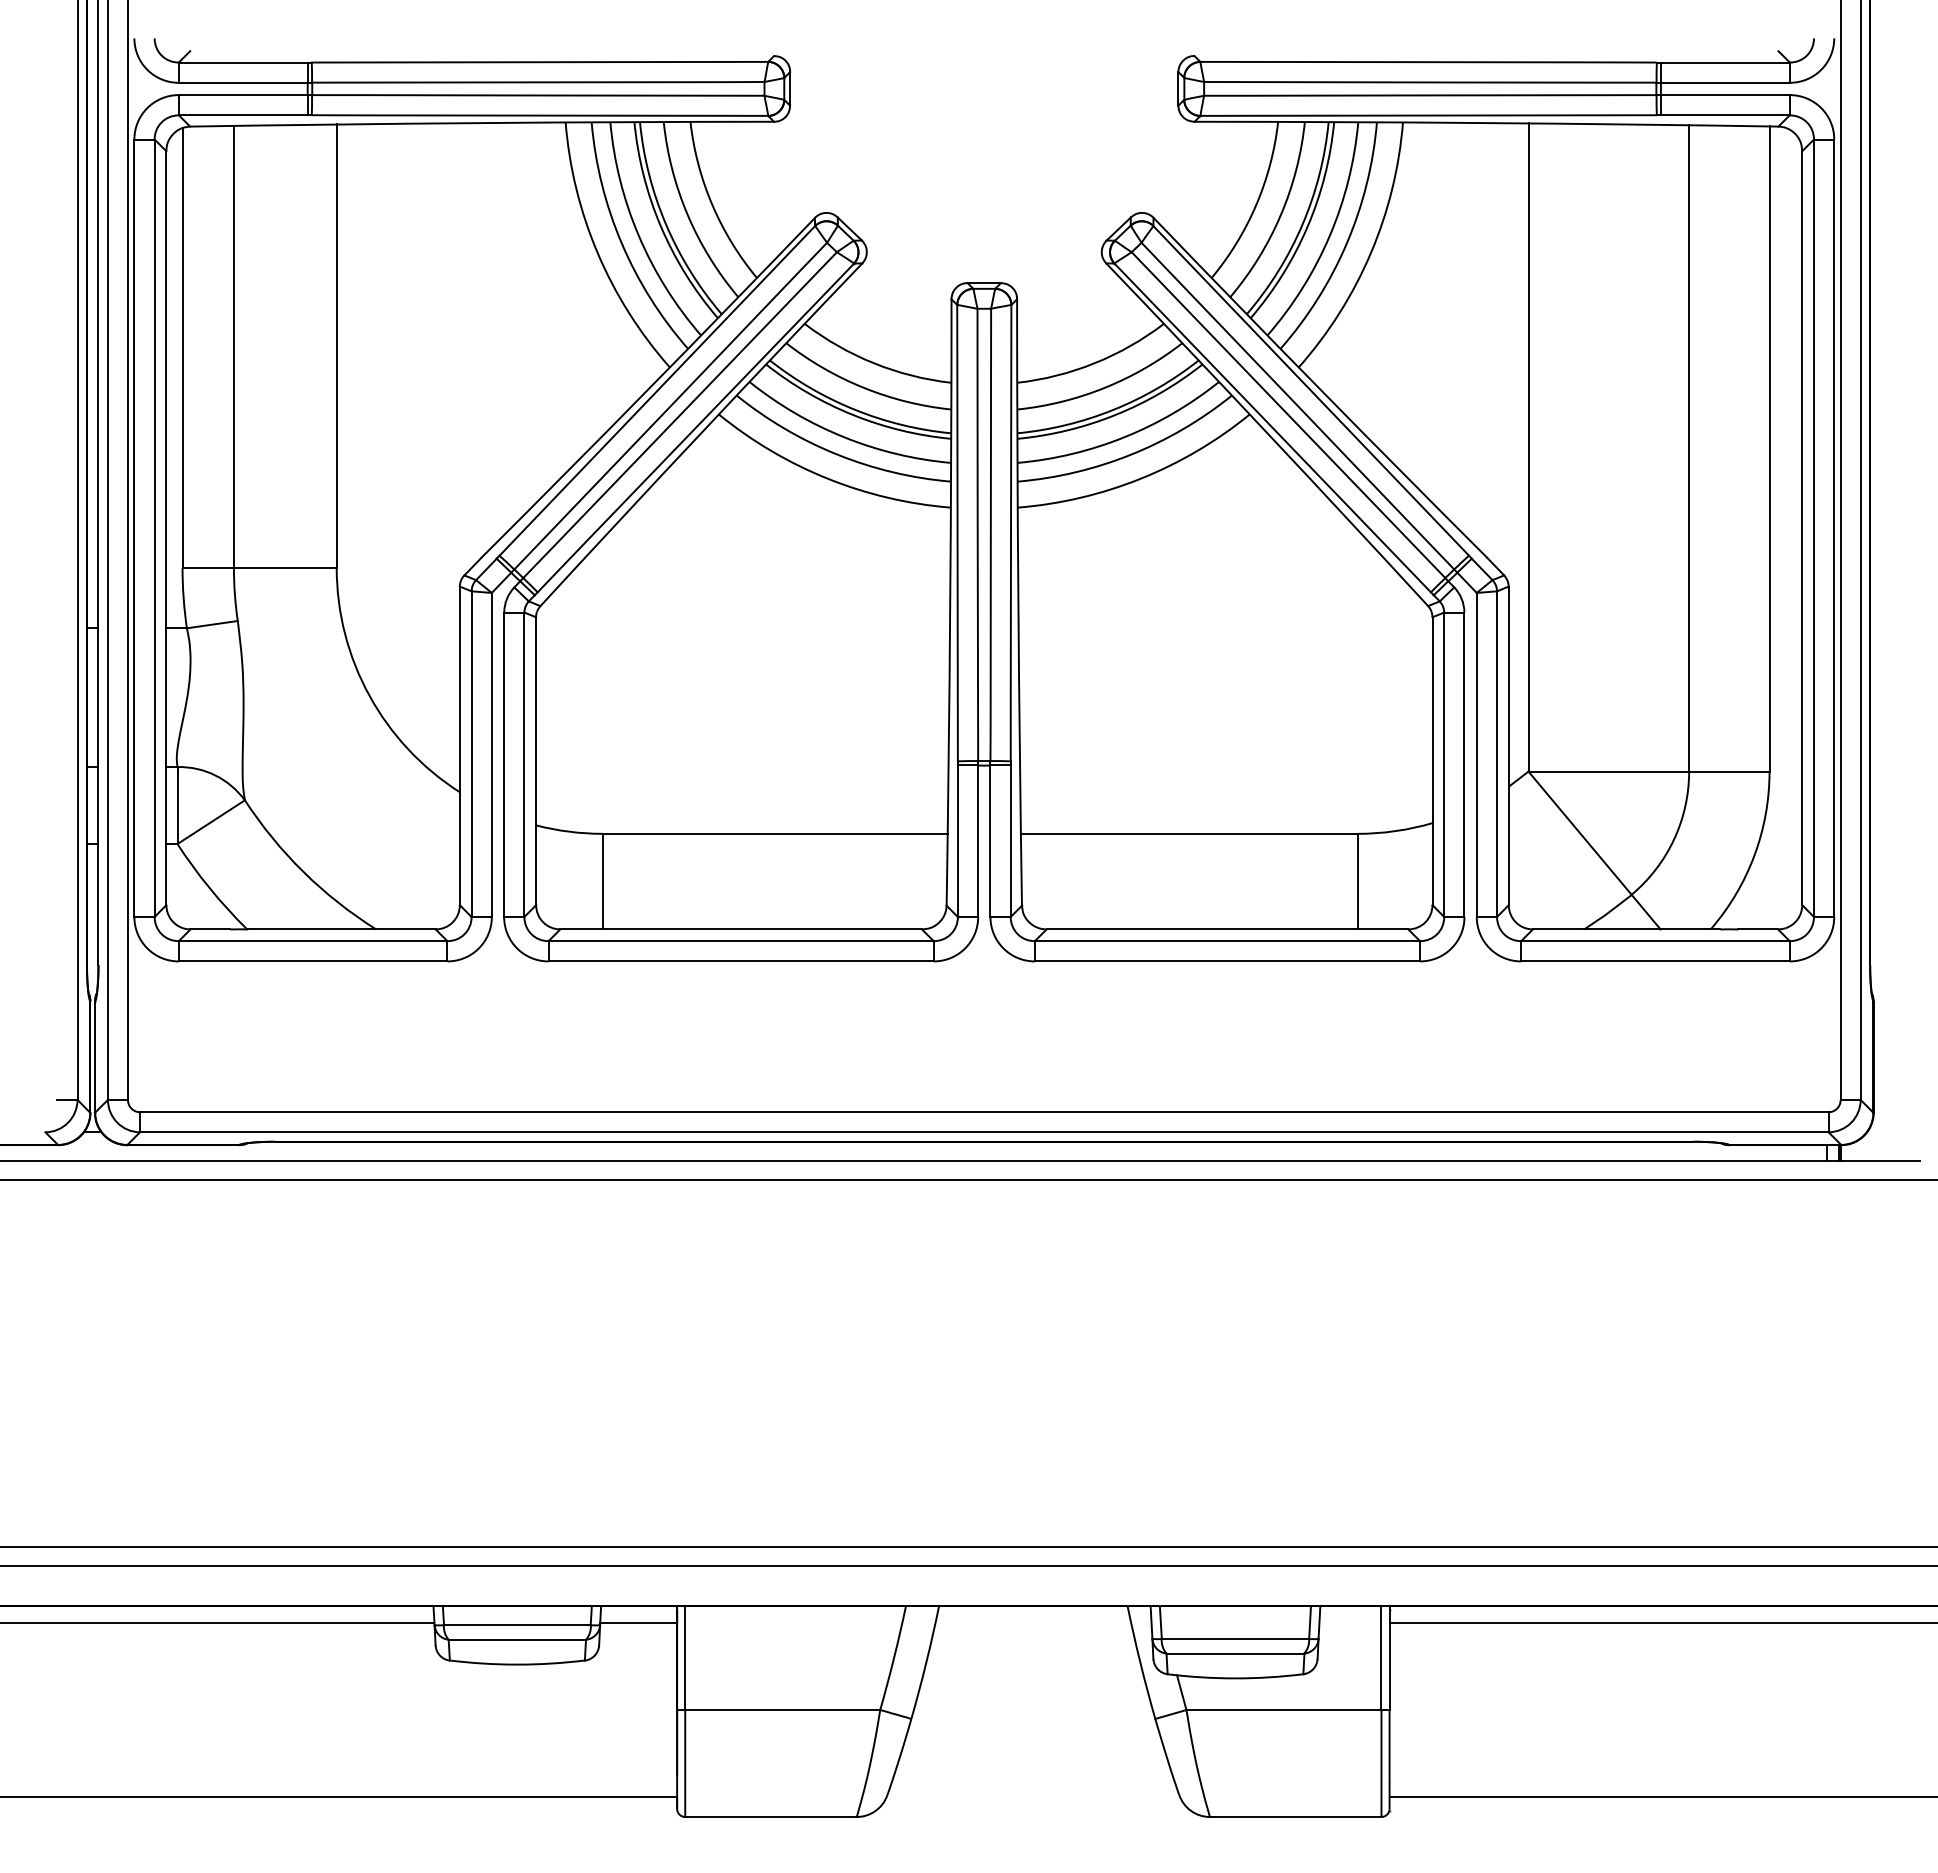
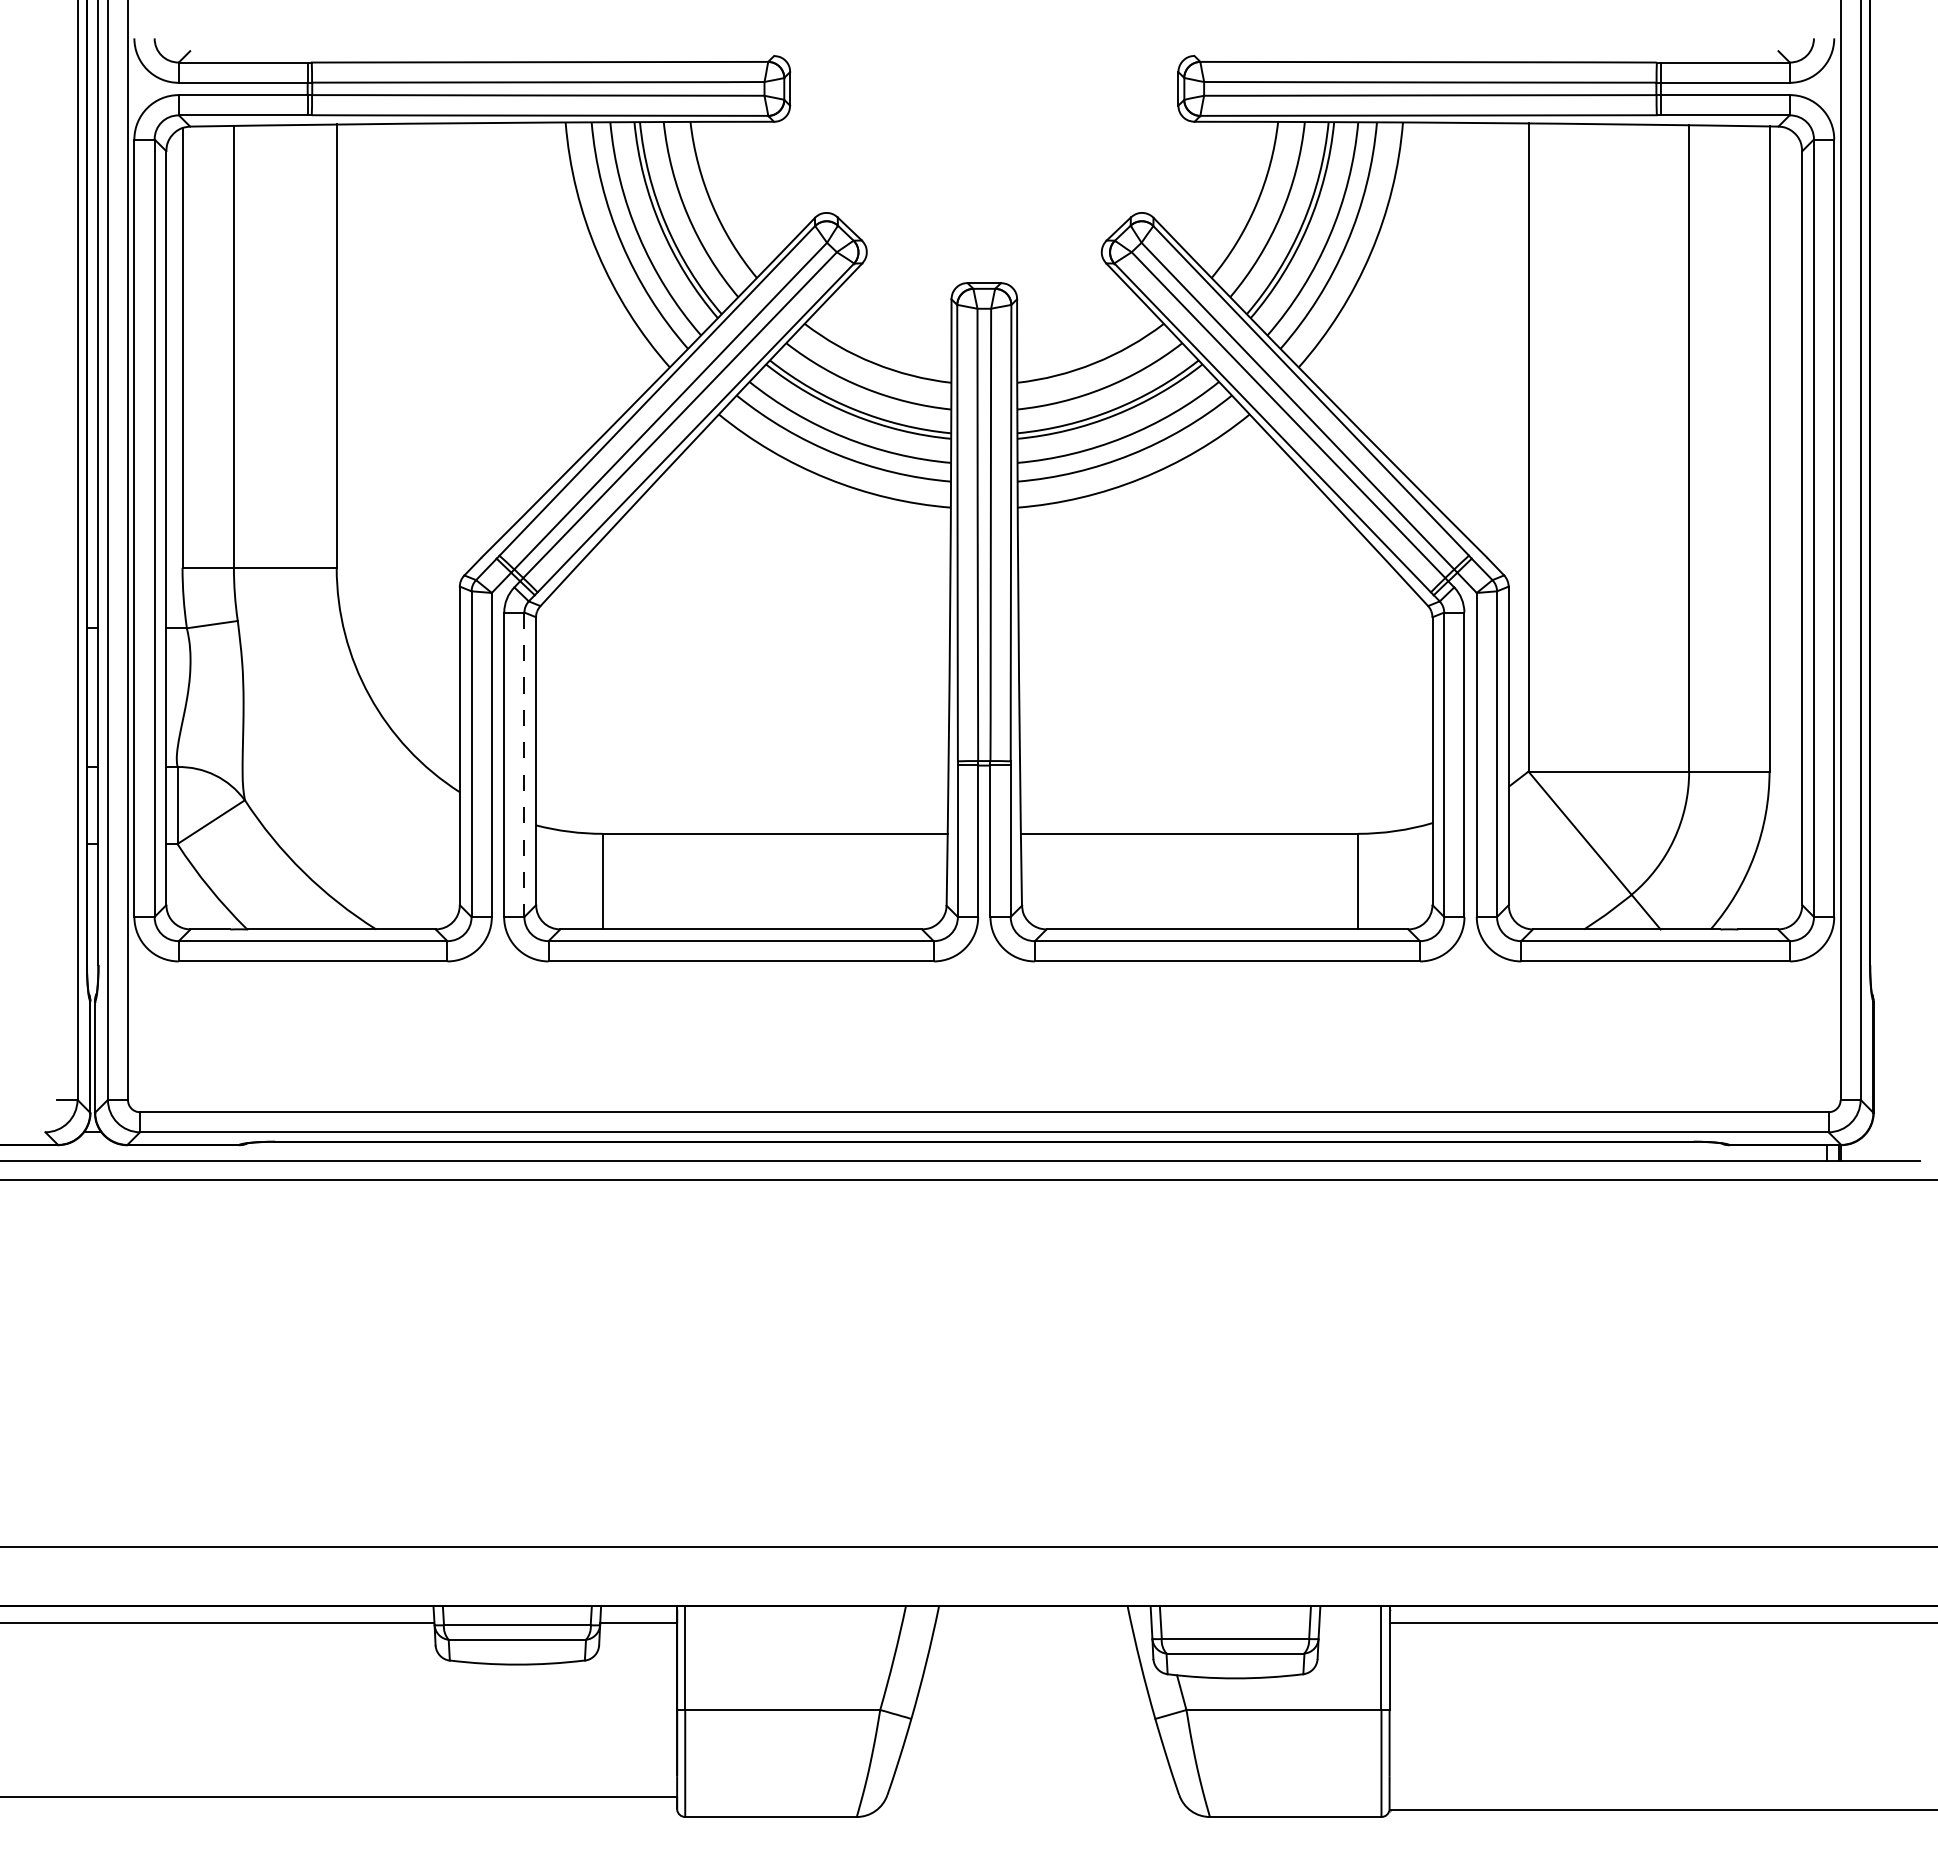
line at (524, 765): solid -> dashed
line at (968, 1565): present -> none
line at (1661, 1797) position: (1661, 1797) -> (1661, 1810)
